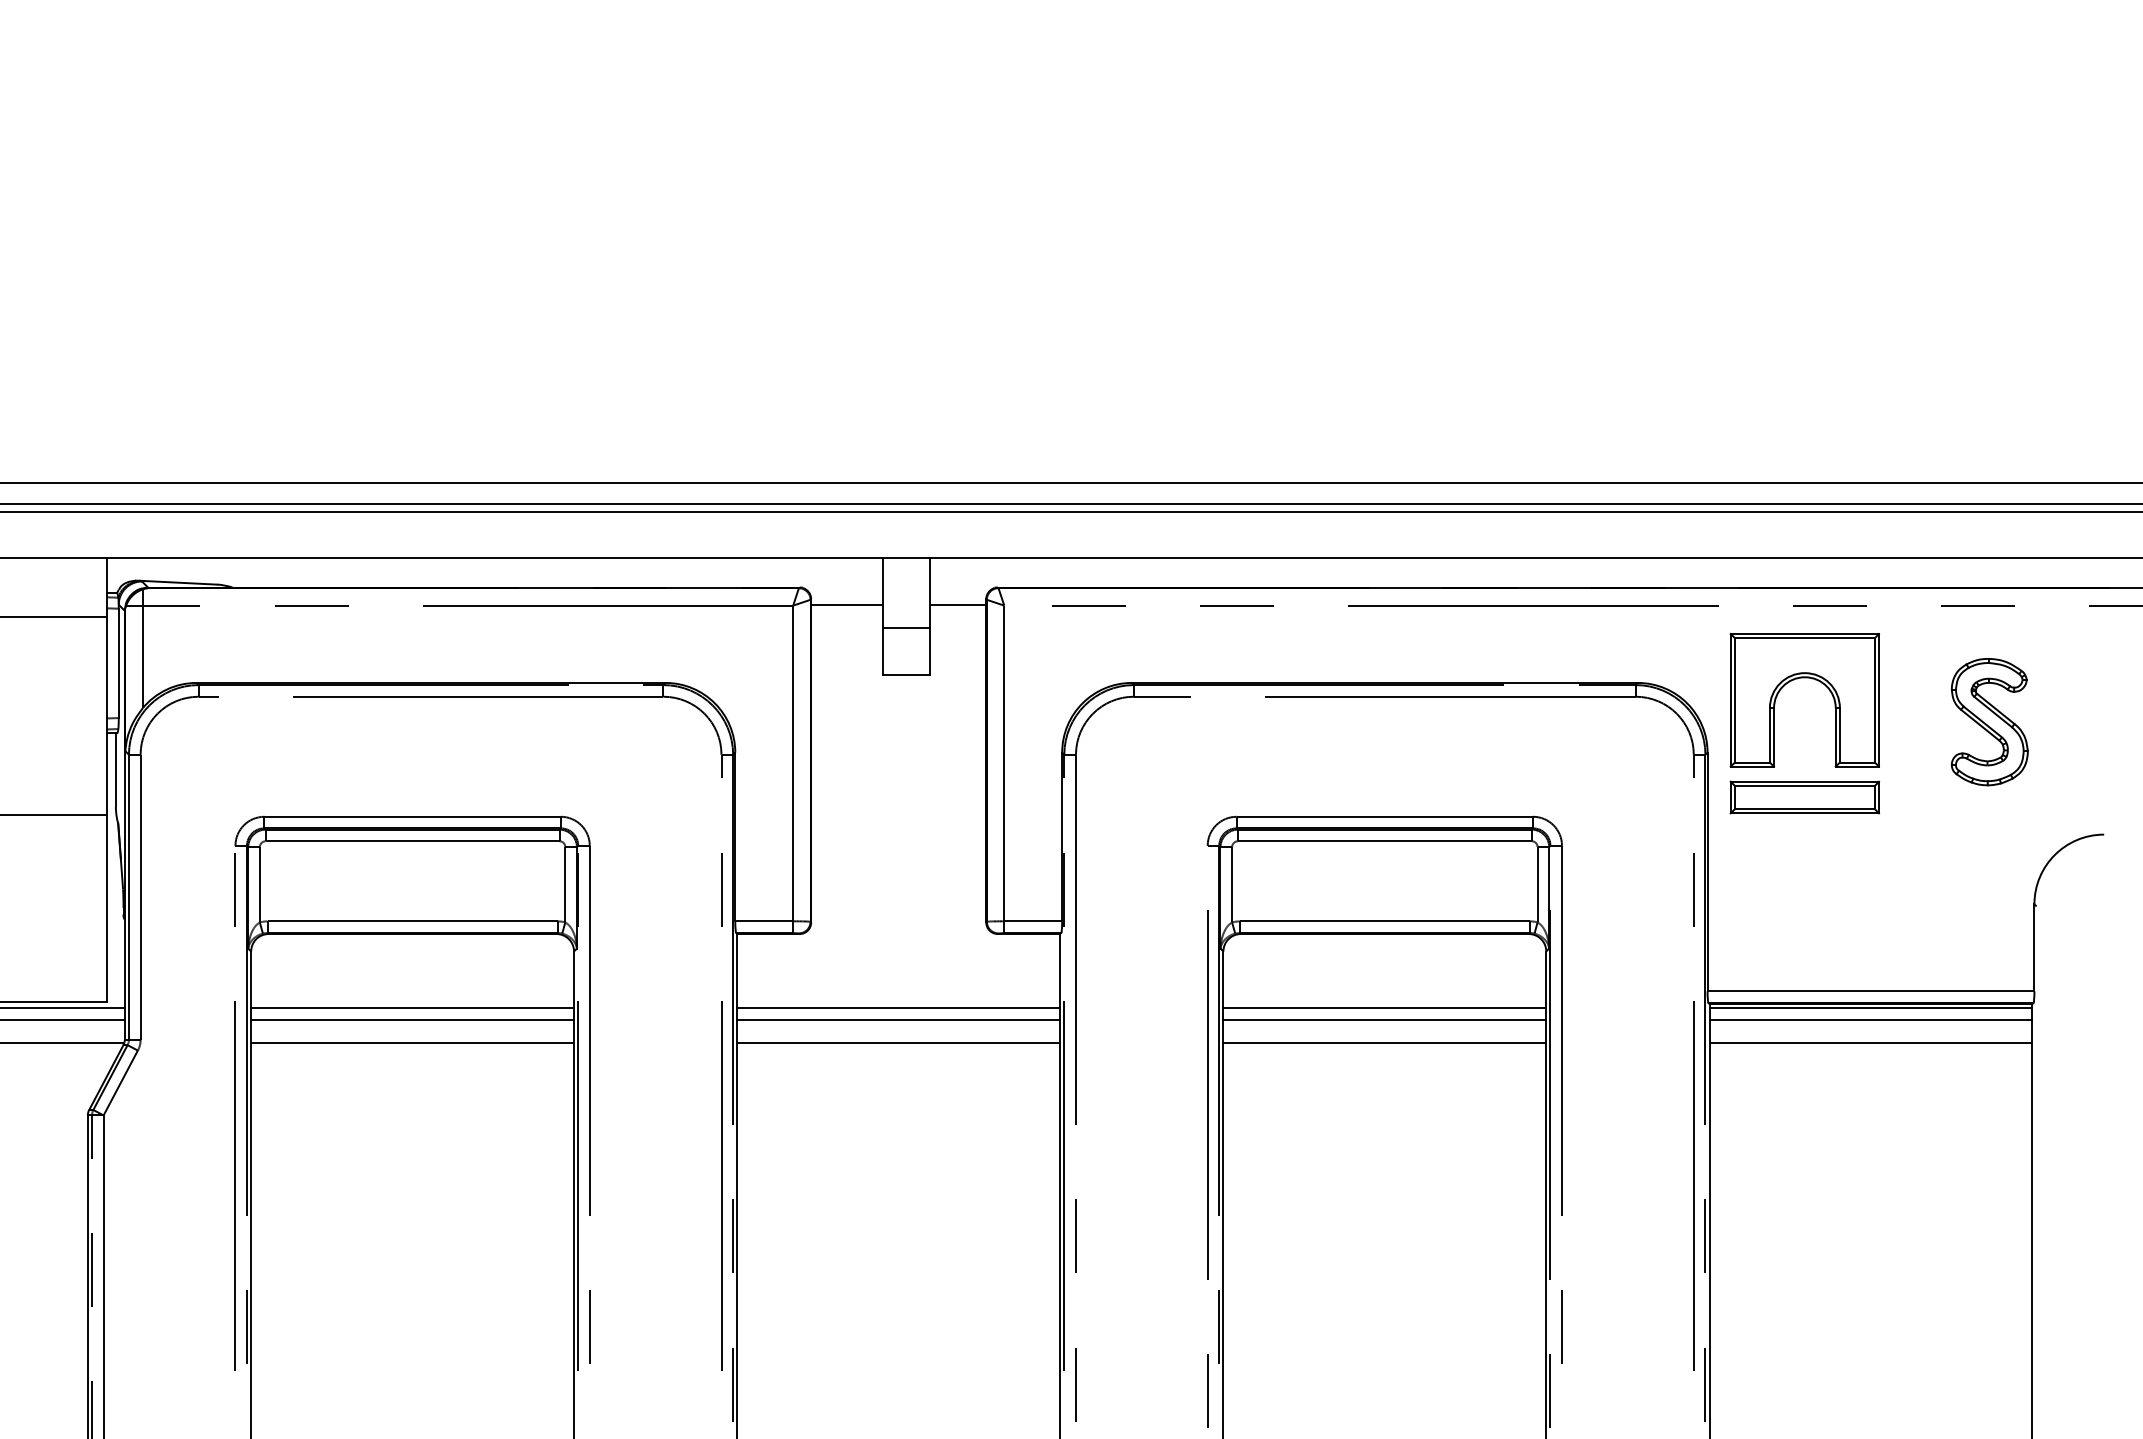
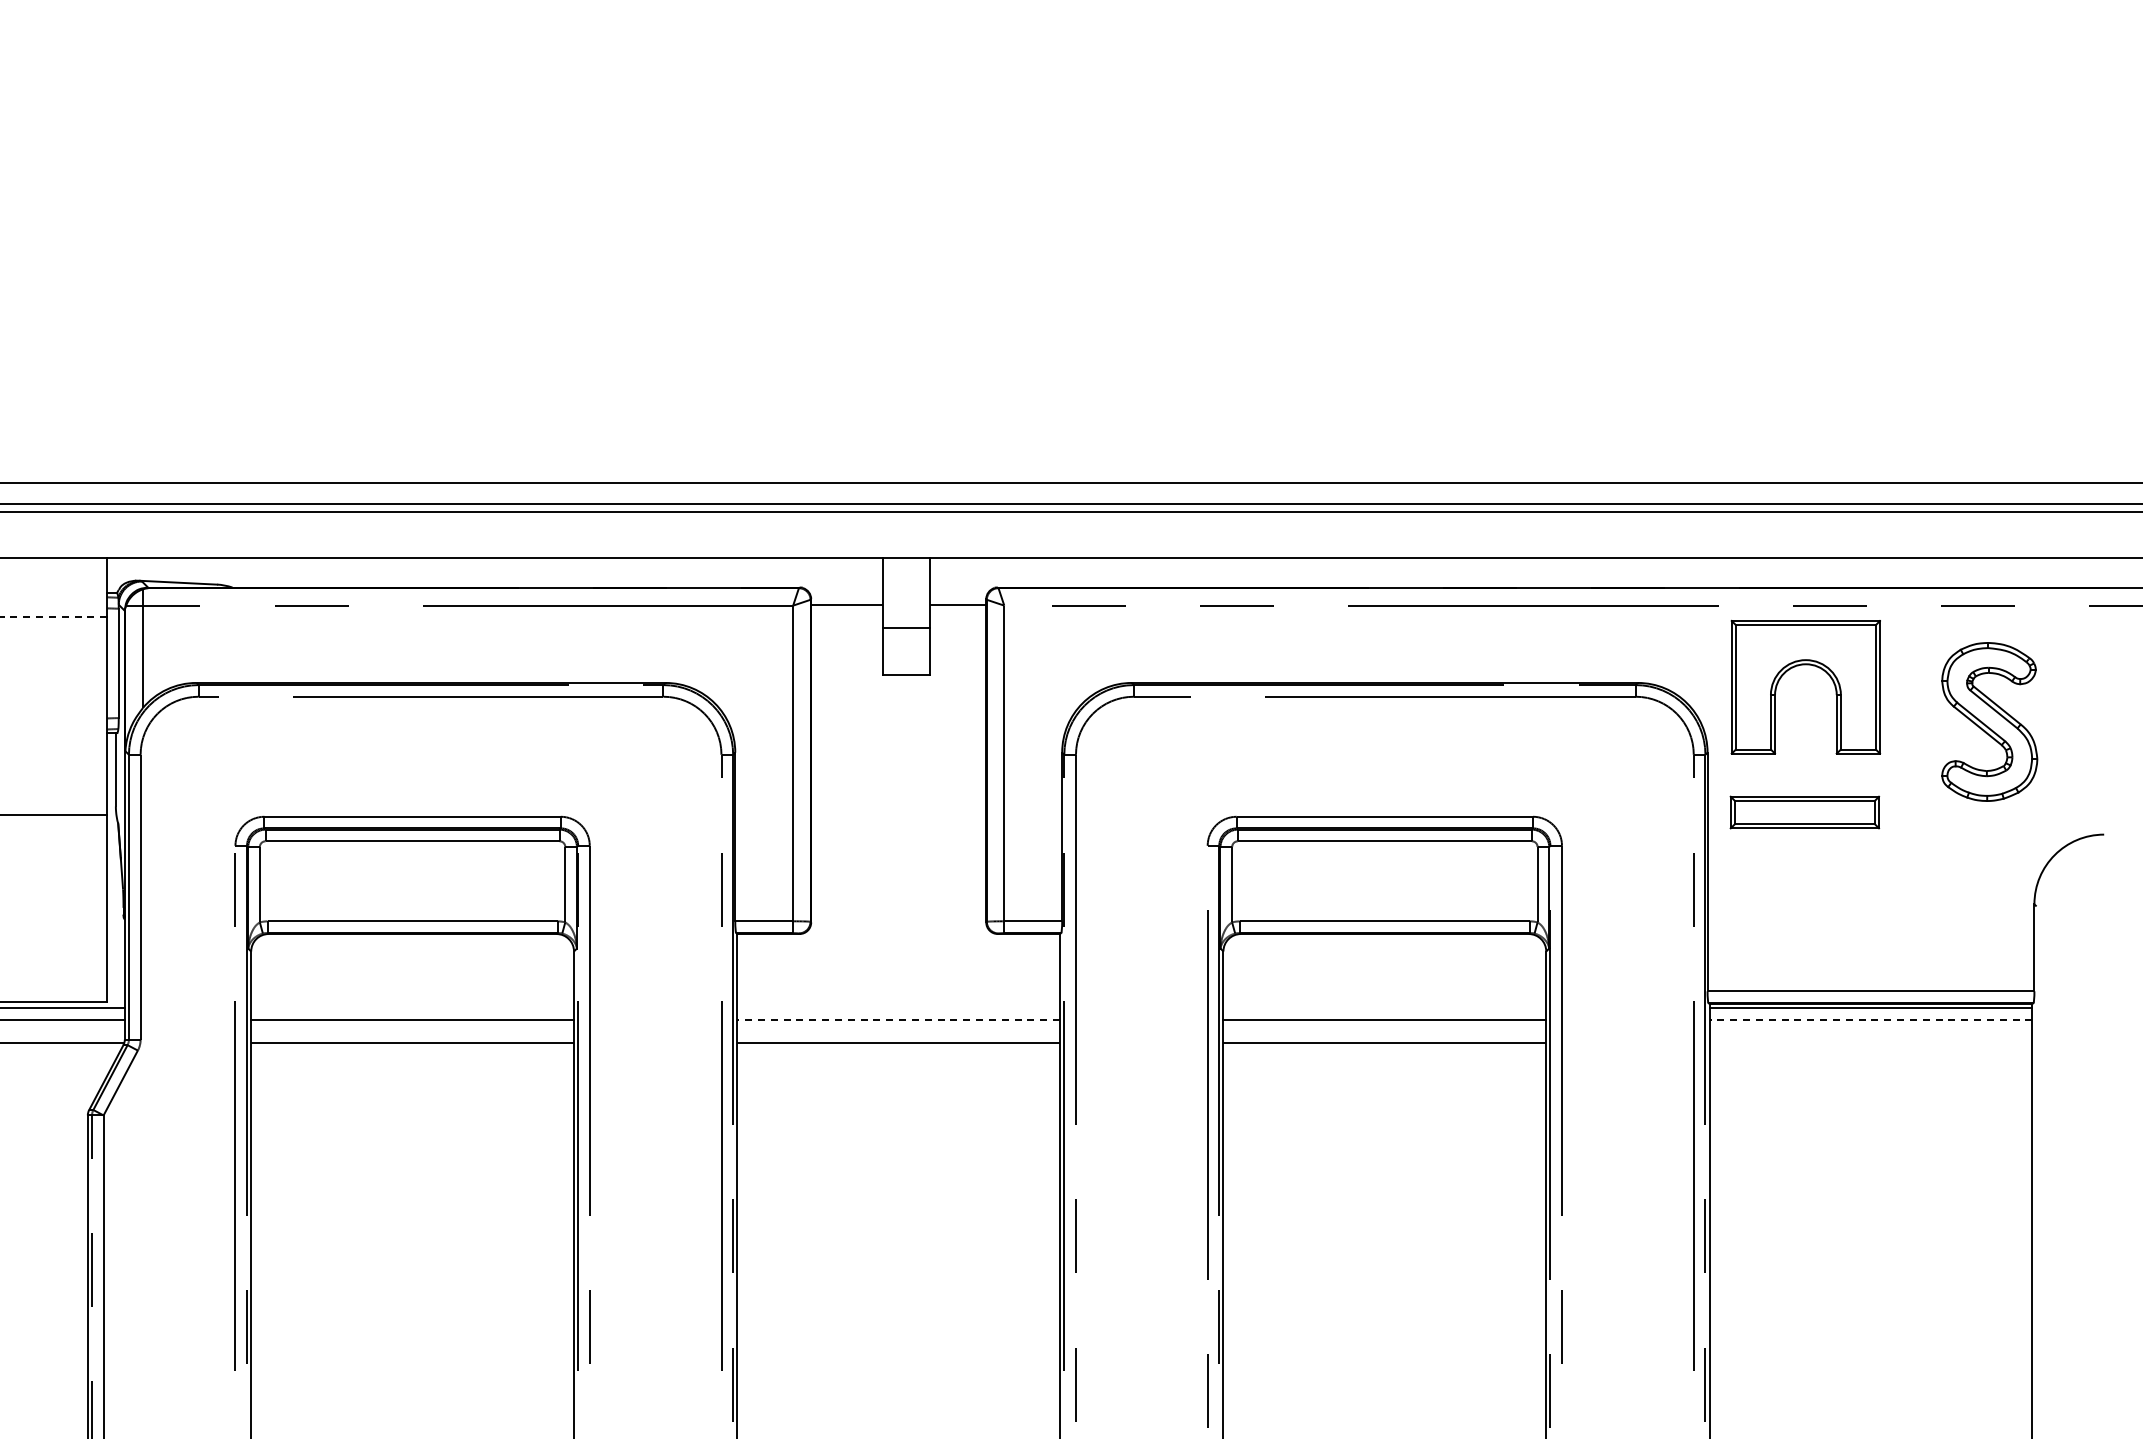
line at (53, 616): solid -> dashed
part at (1804, 678) position: (1804, 678) -> (1805, 665)
part at (1989, 722) size: 78x129 px -> 98x160 px
part at (1804, 797) position: (1804, 797) -> (1804, 812)
line at (412, 1007): present -> none
line at (898, 1007): present -> none
line at (1384, 1007): present -> none
line at (898, 1019): solid -> dashed
line at (1870, 1019): solid -> dashed
line at (1870, 1042): present -> none
